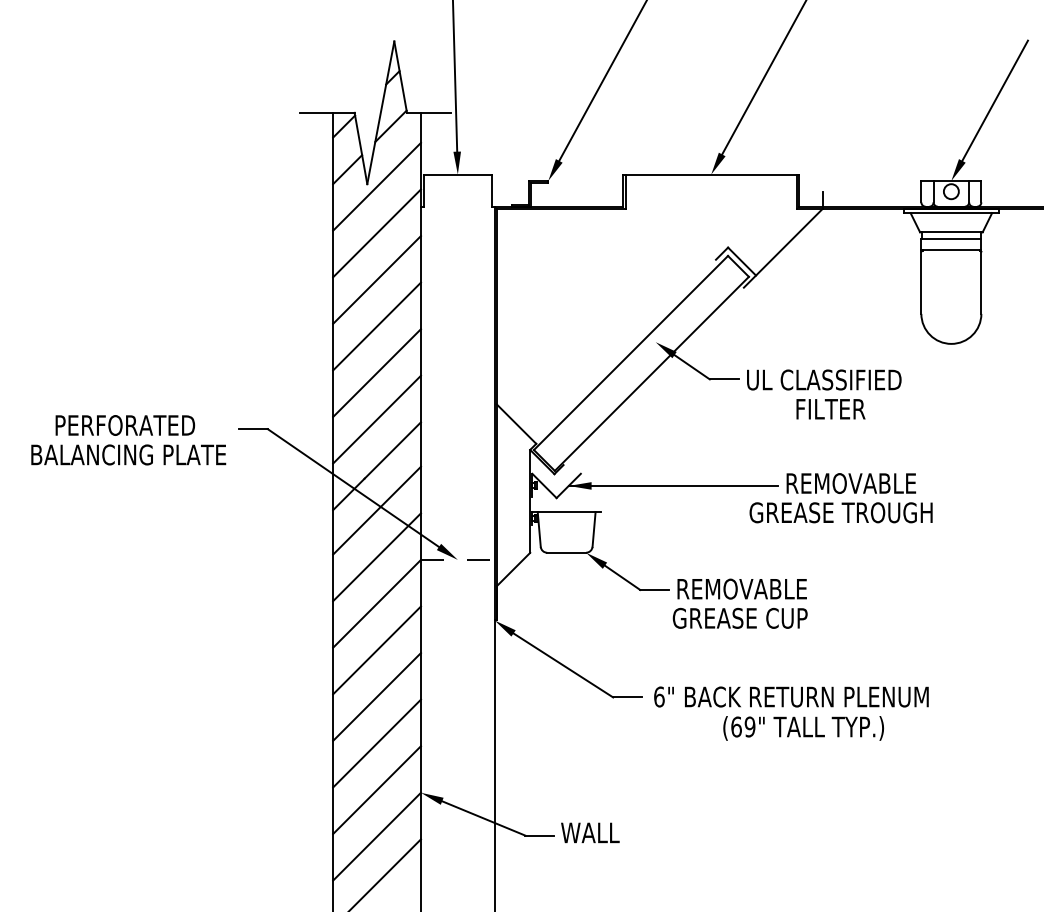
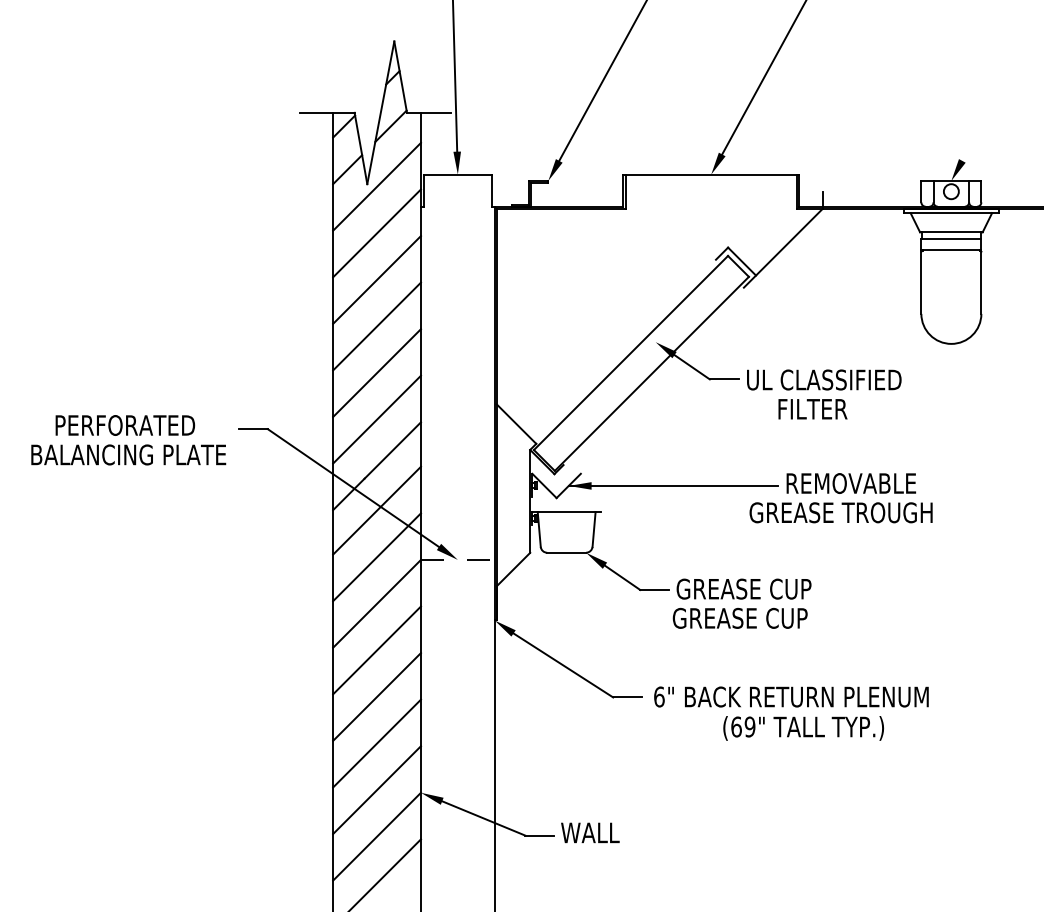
line at (994, 100): present -> none
text at (830, 409) position: (830, 409) -> (812, 409)
text at (743, 588): REMOVABLE -> GREASE CUP
